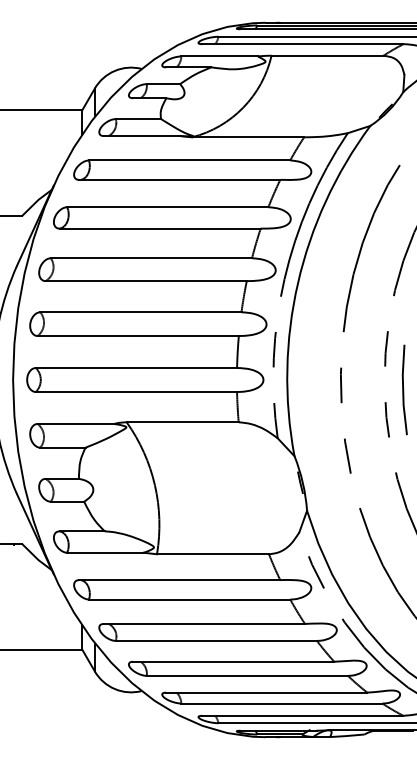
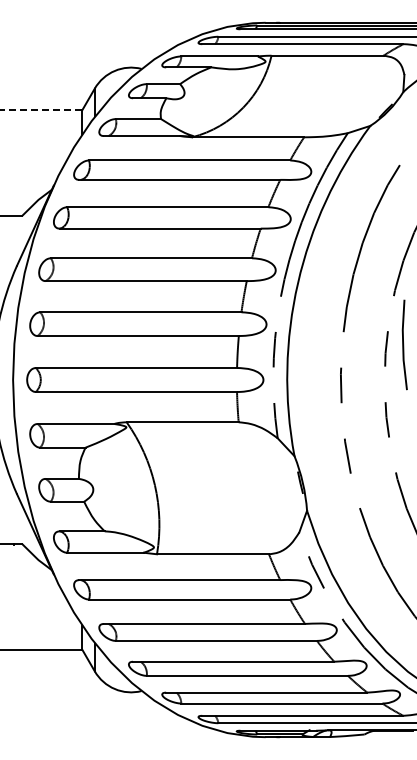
line at (41, 110): solid -> dashed
line at (404, 389) position: (404, 389) -> (404, 344)
